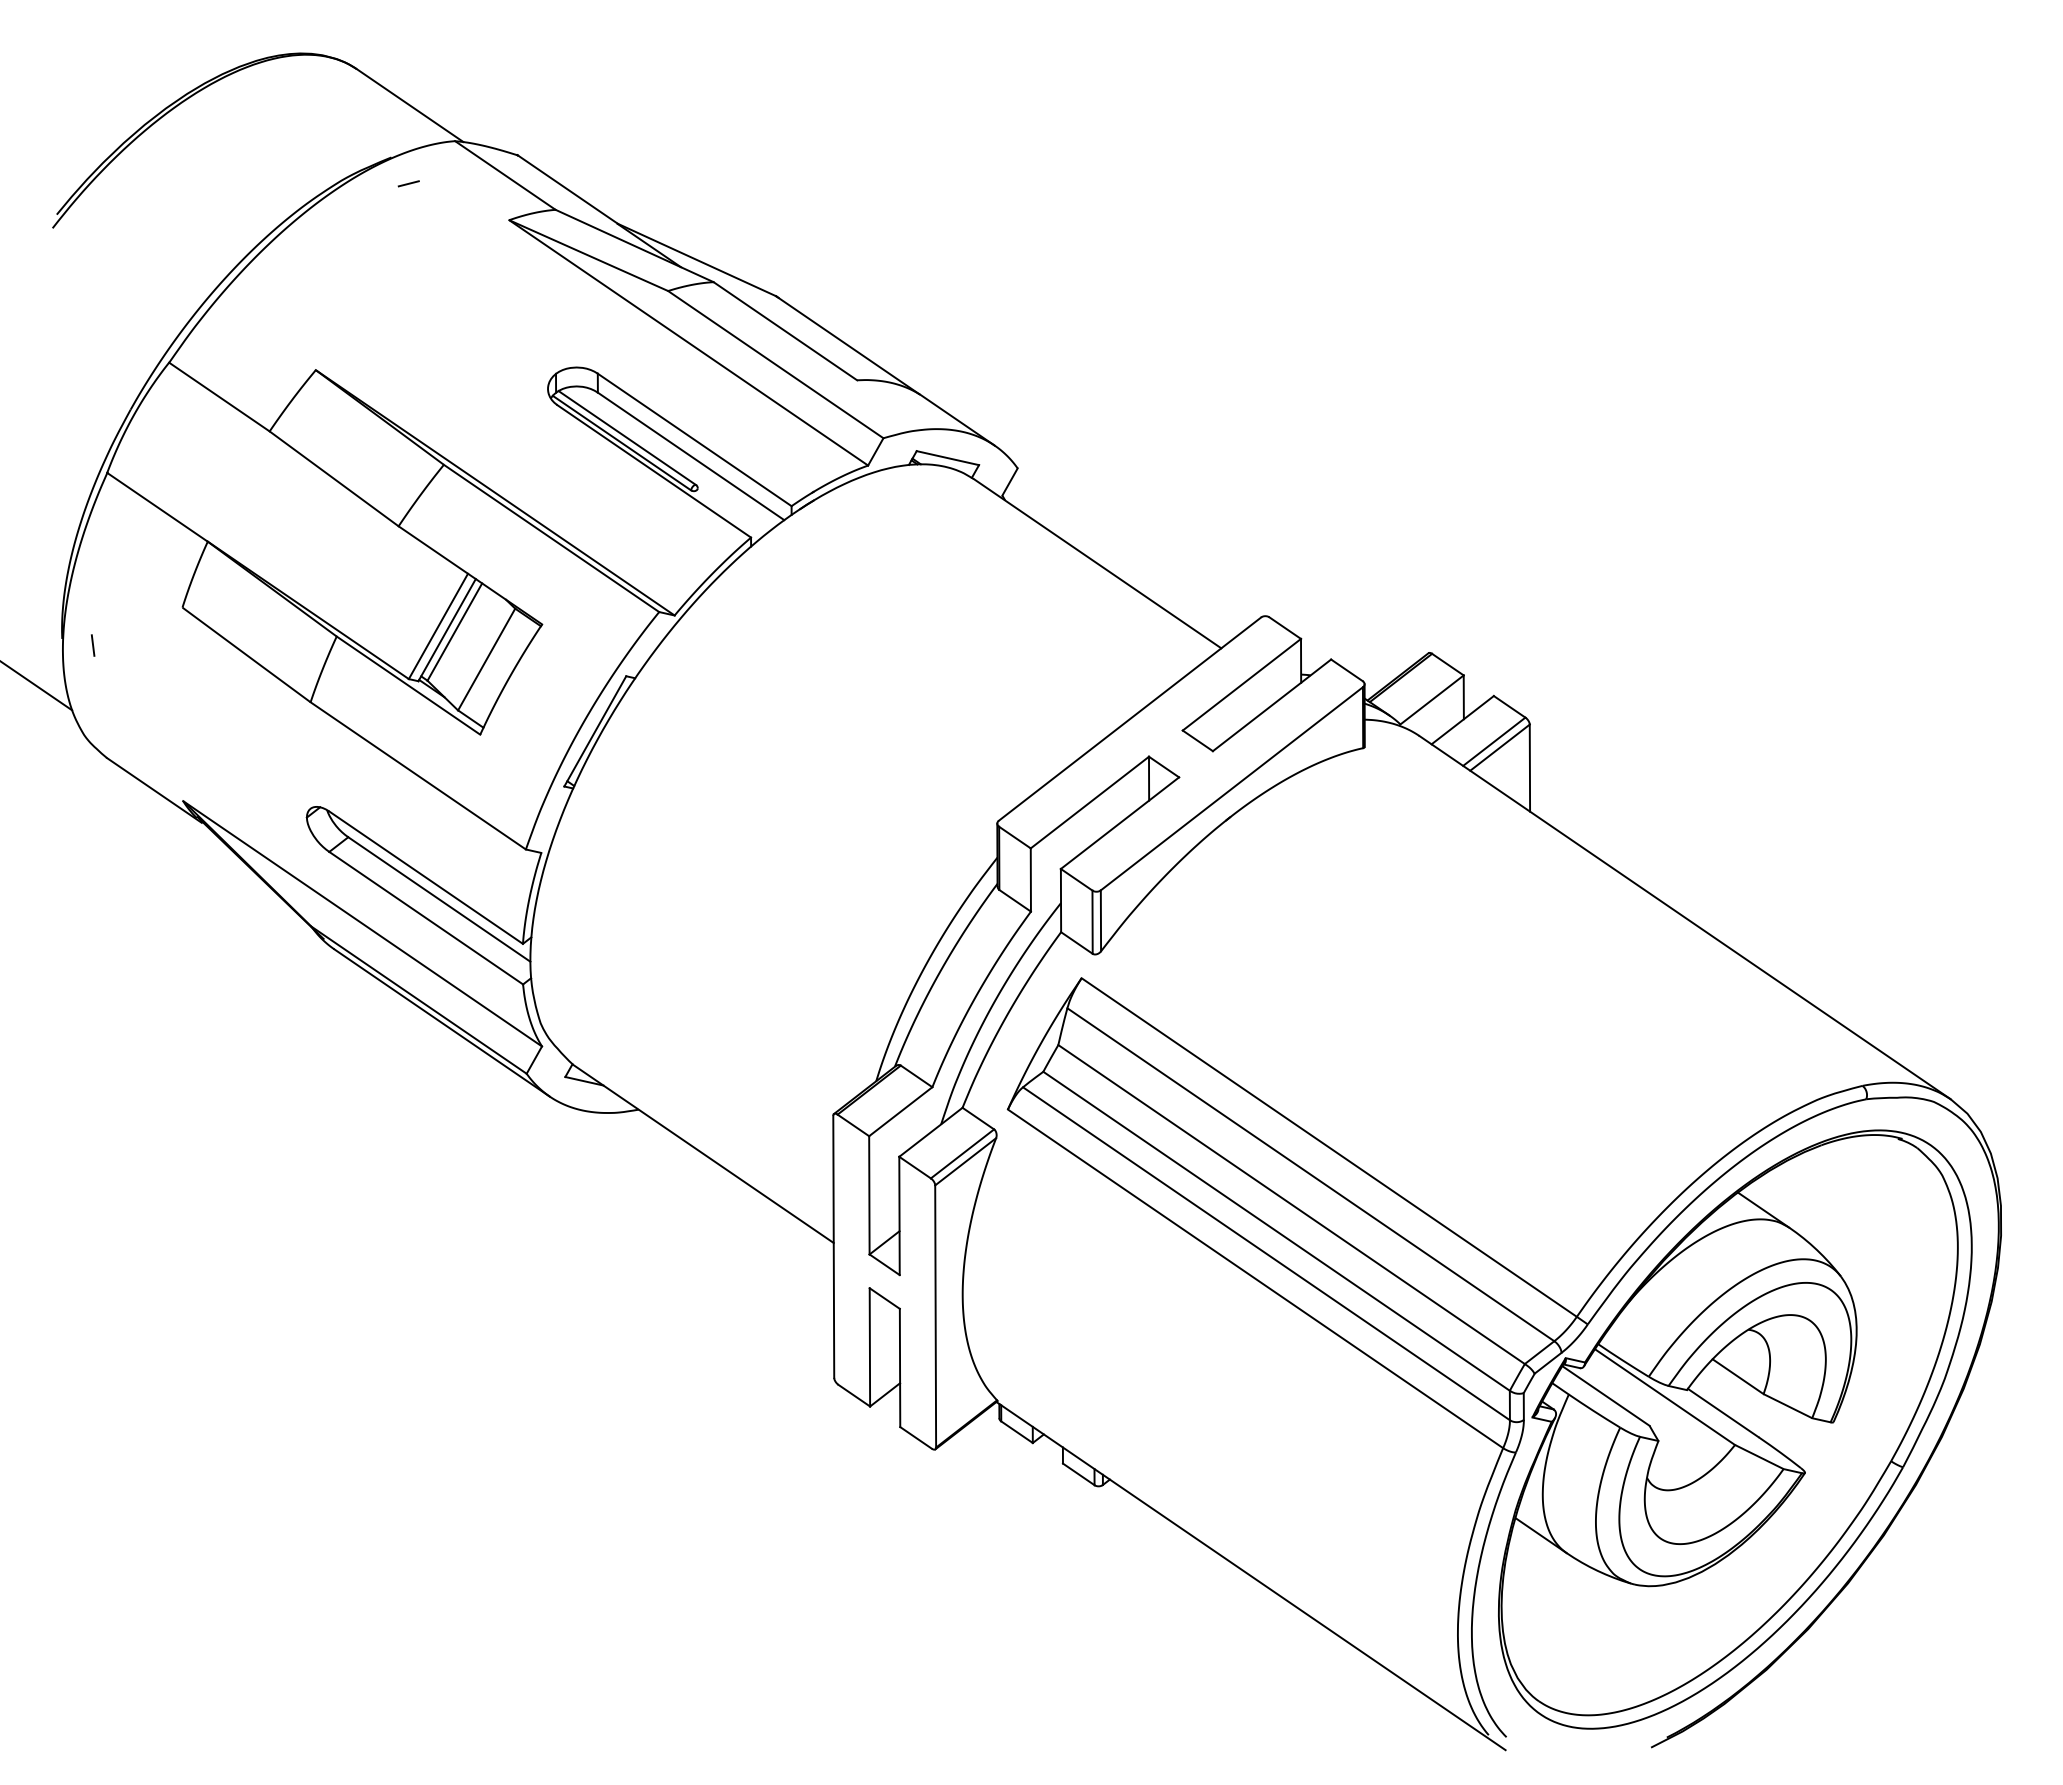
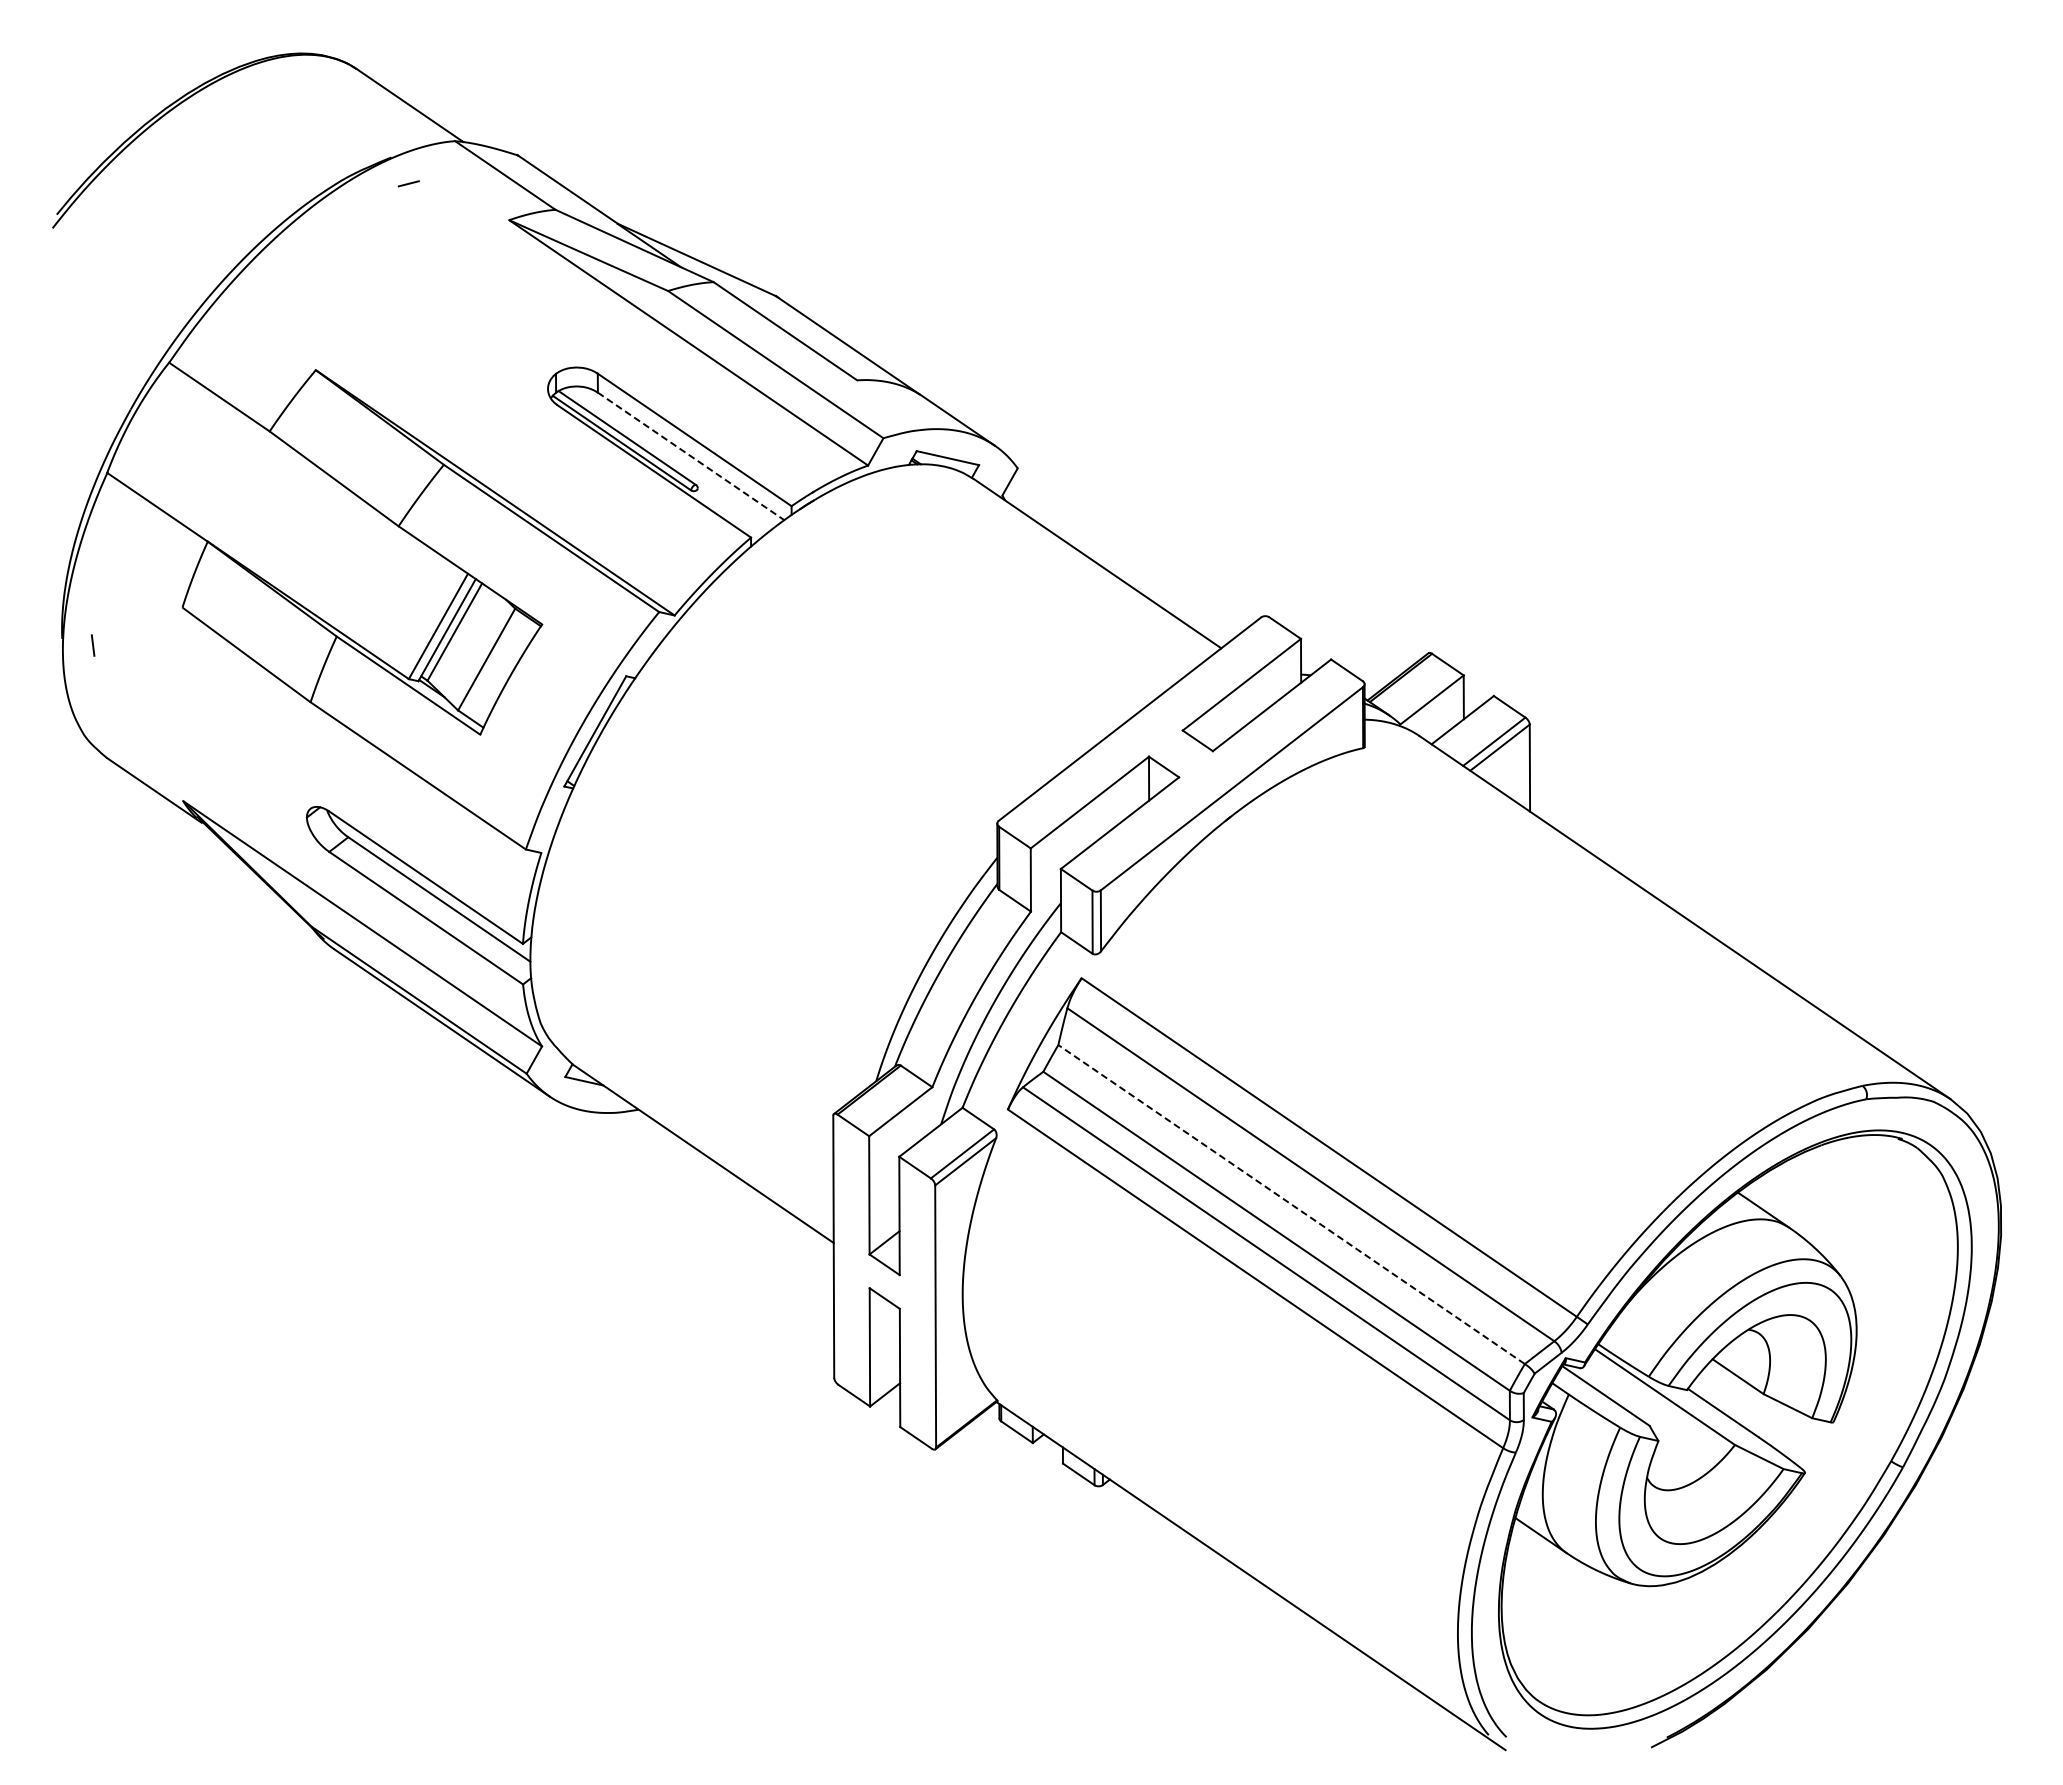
line at (691, 456): solid -> dashed
line at (37, 686): present -> none
line at (1291, 1204): solid -> dashed
